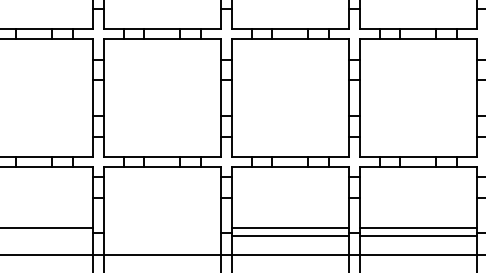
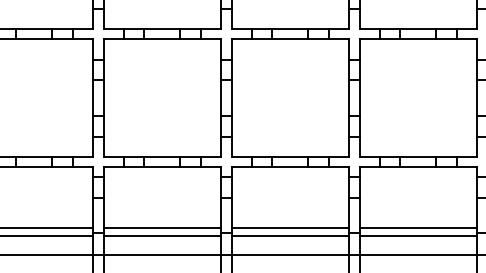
line at (162, 228): none -> present
line at (47, 236): none -> present
line at (162, 236): none -> present
